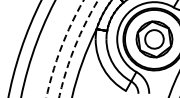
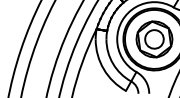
arc at (61, 46): dashed -> solid
arc at (74, 47): dashed -> solid
